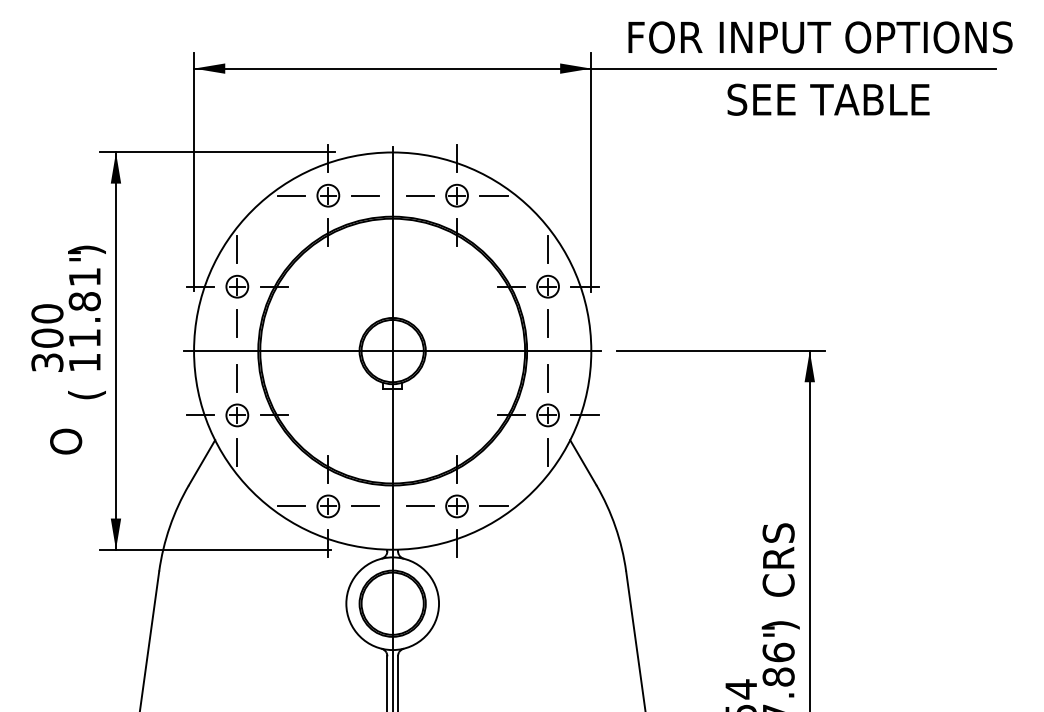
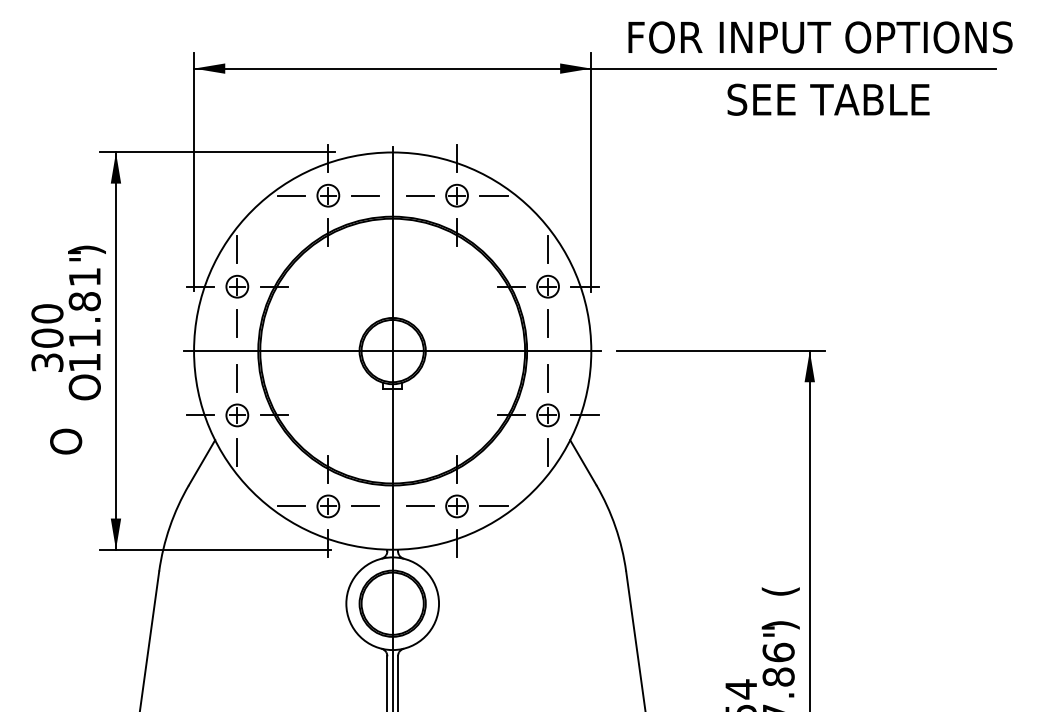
text at (86, 387): ( -> O
text at (780, 559): CRS -> (
